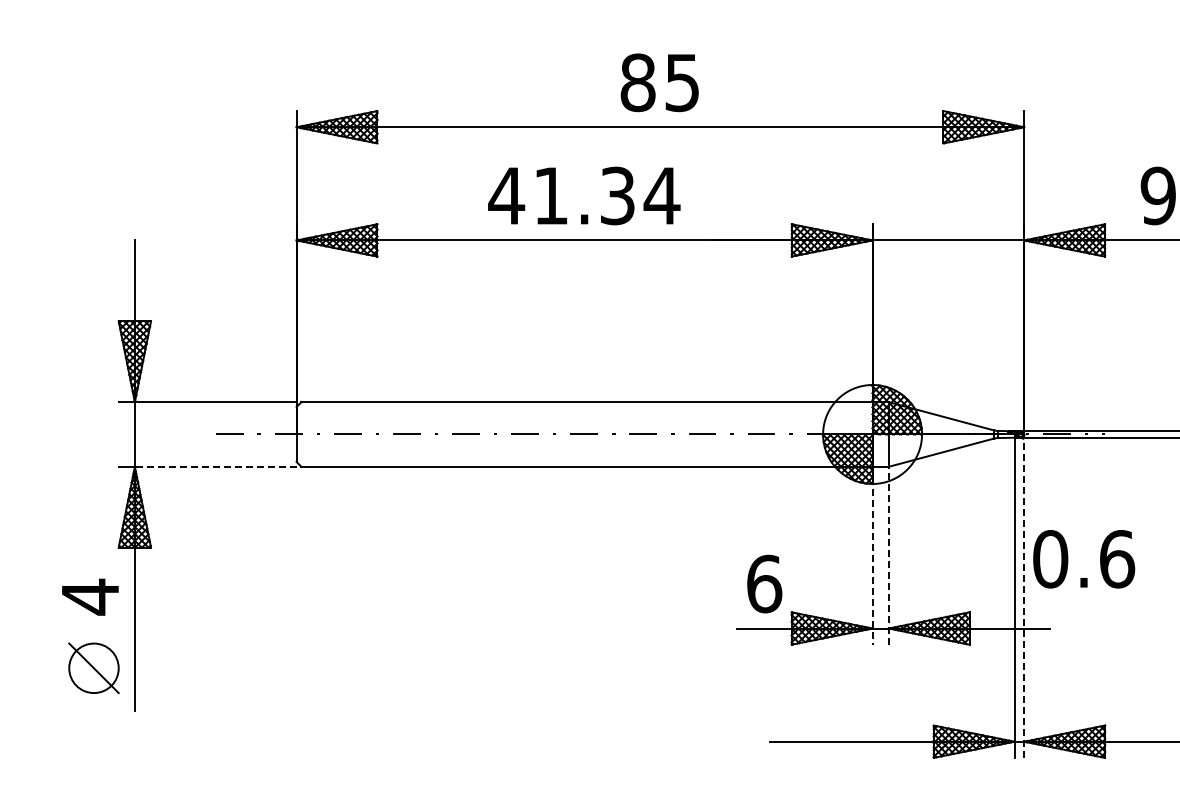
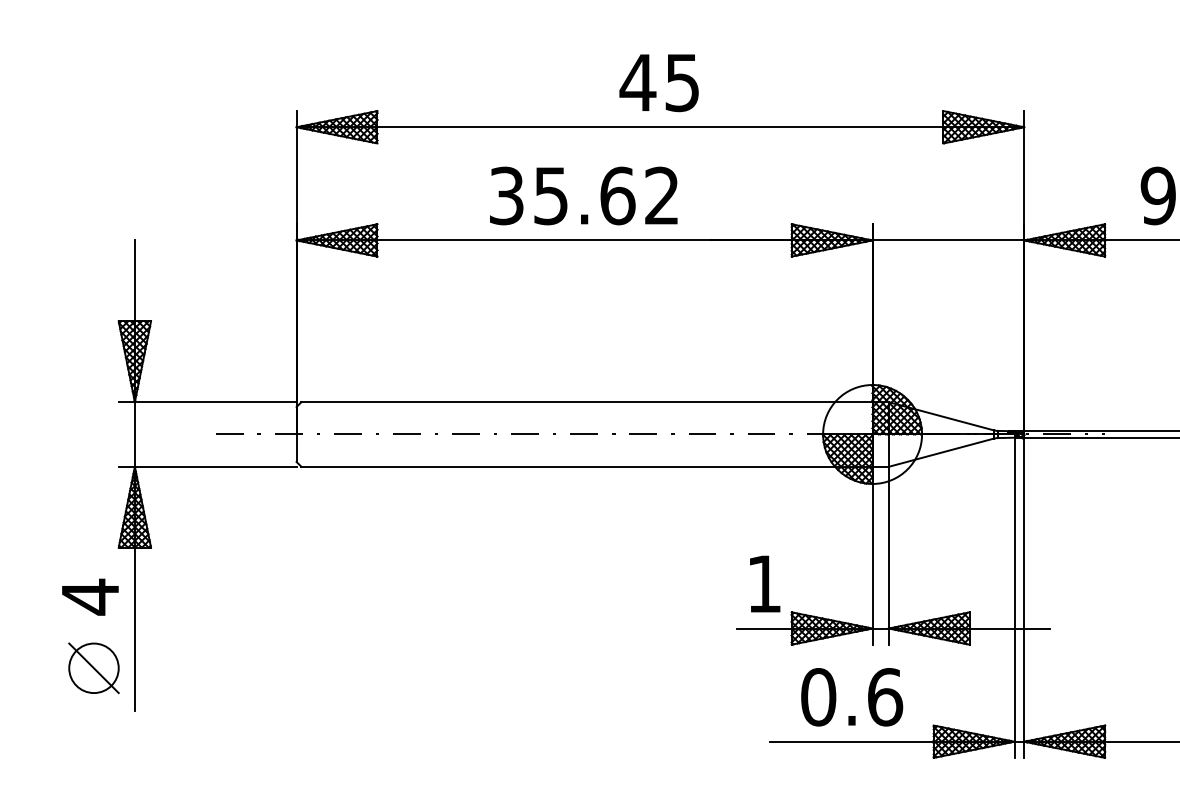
text at (637, 82): 85 -> 45
text at (584, 195): 41.34 -> 35.62
line at (215, 466): dashed -> solid
line at (872, 555): dashed -> solid
line at (888, 555): dashed -> solid
text at (1084, 559) position: (1084, 559) -> (852, 697)
text at (764, 583): 6 -> 1
line at (1024, 597): dashed -> solid
